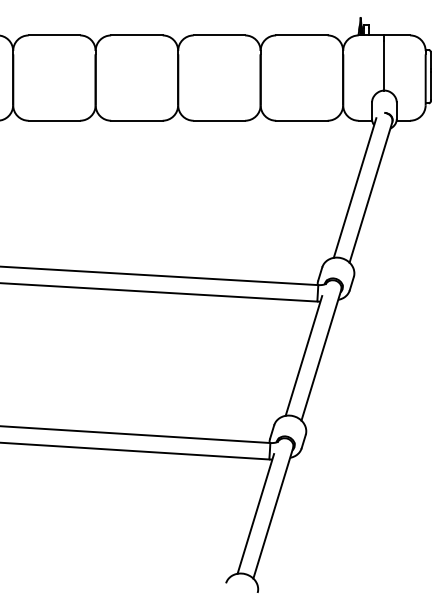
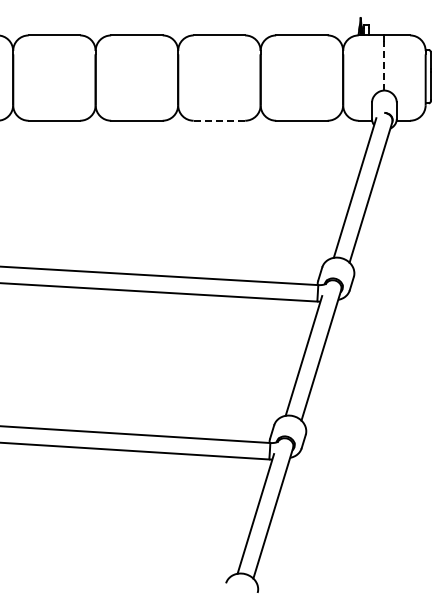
line at (384, 65): solid -> dashed
line at (219, 120): solid -> dashed
